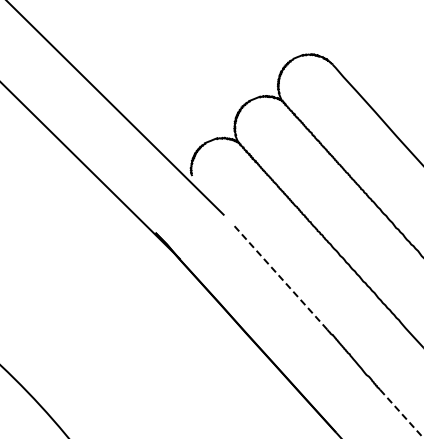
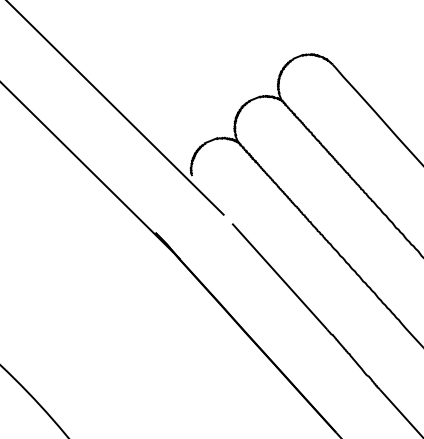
line at (279, 276): dashed -> solid
line at (402, 414): dashed -> solid
